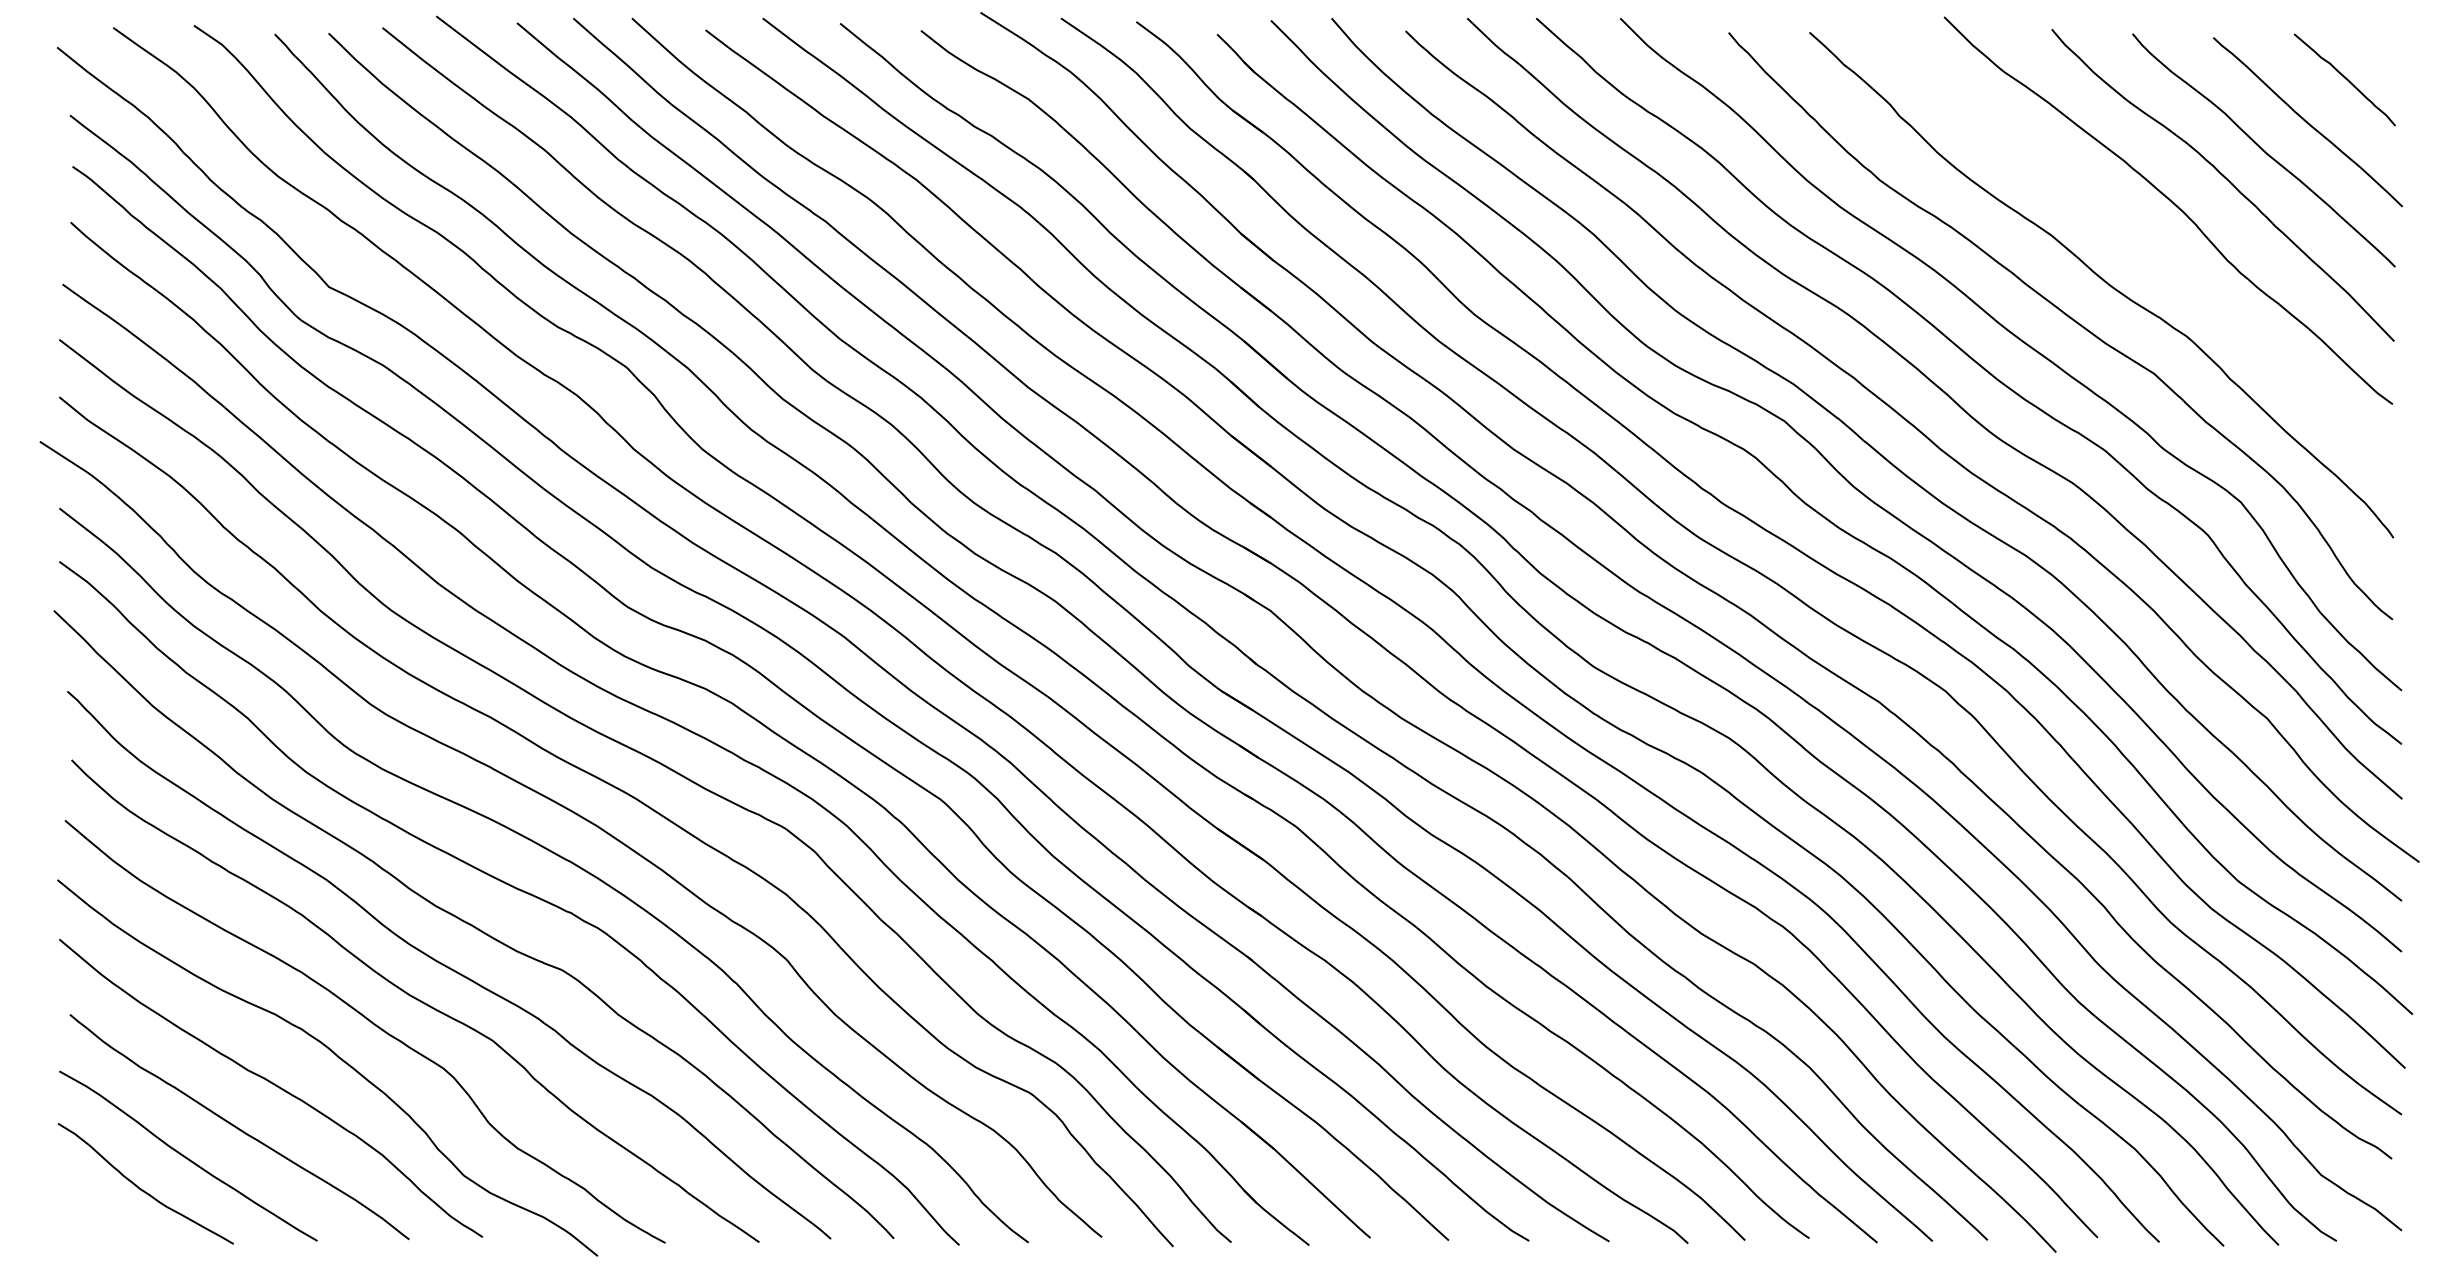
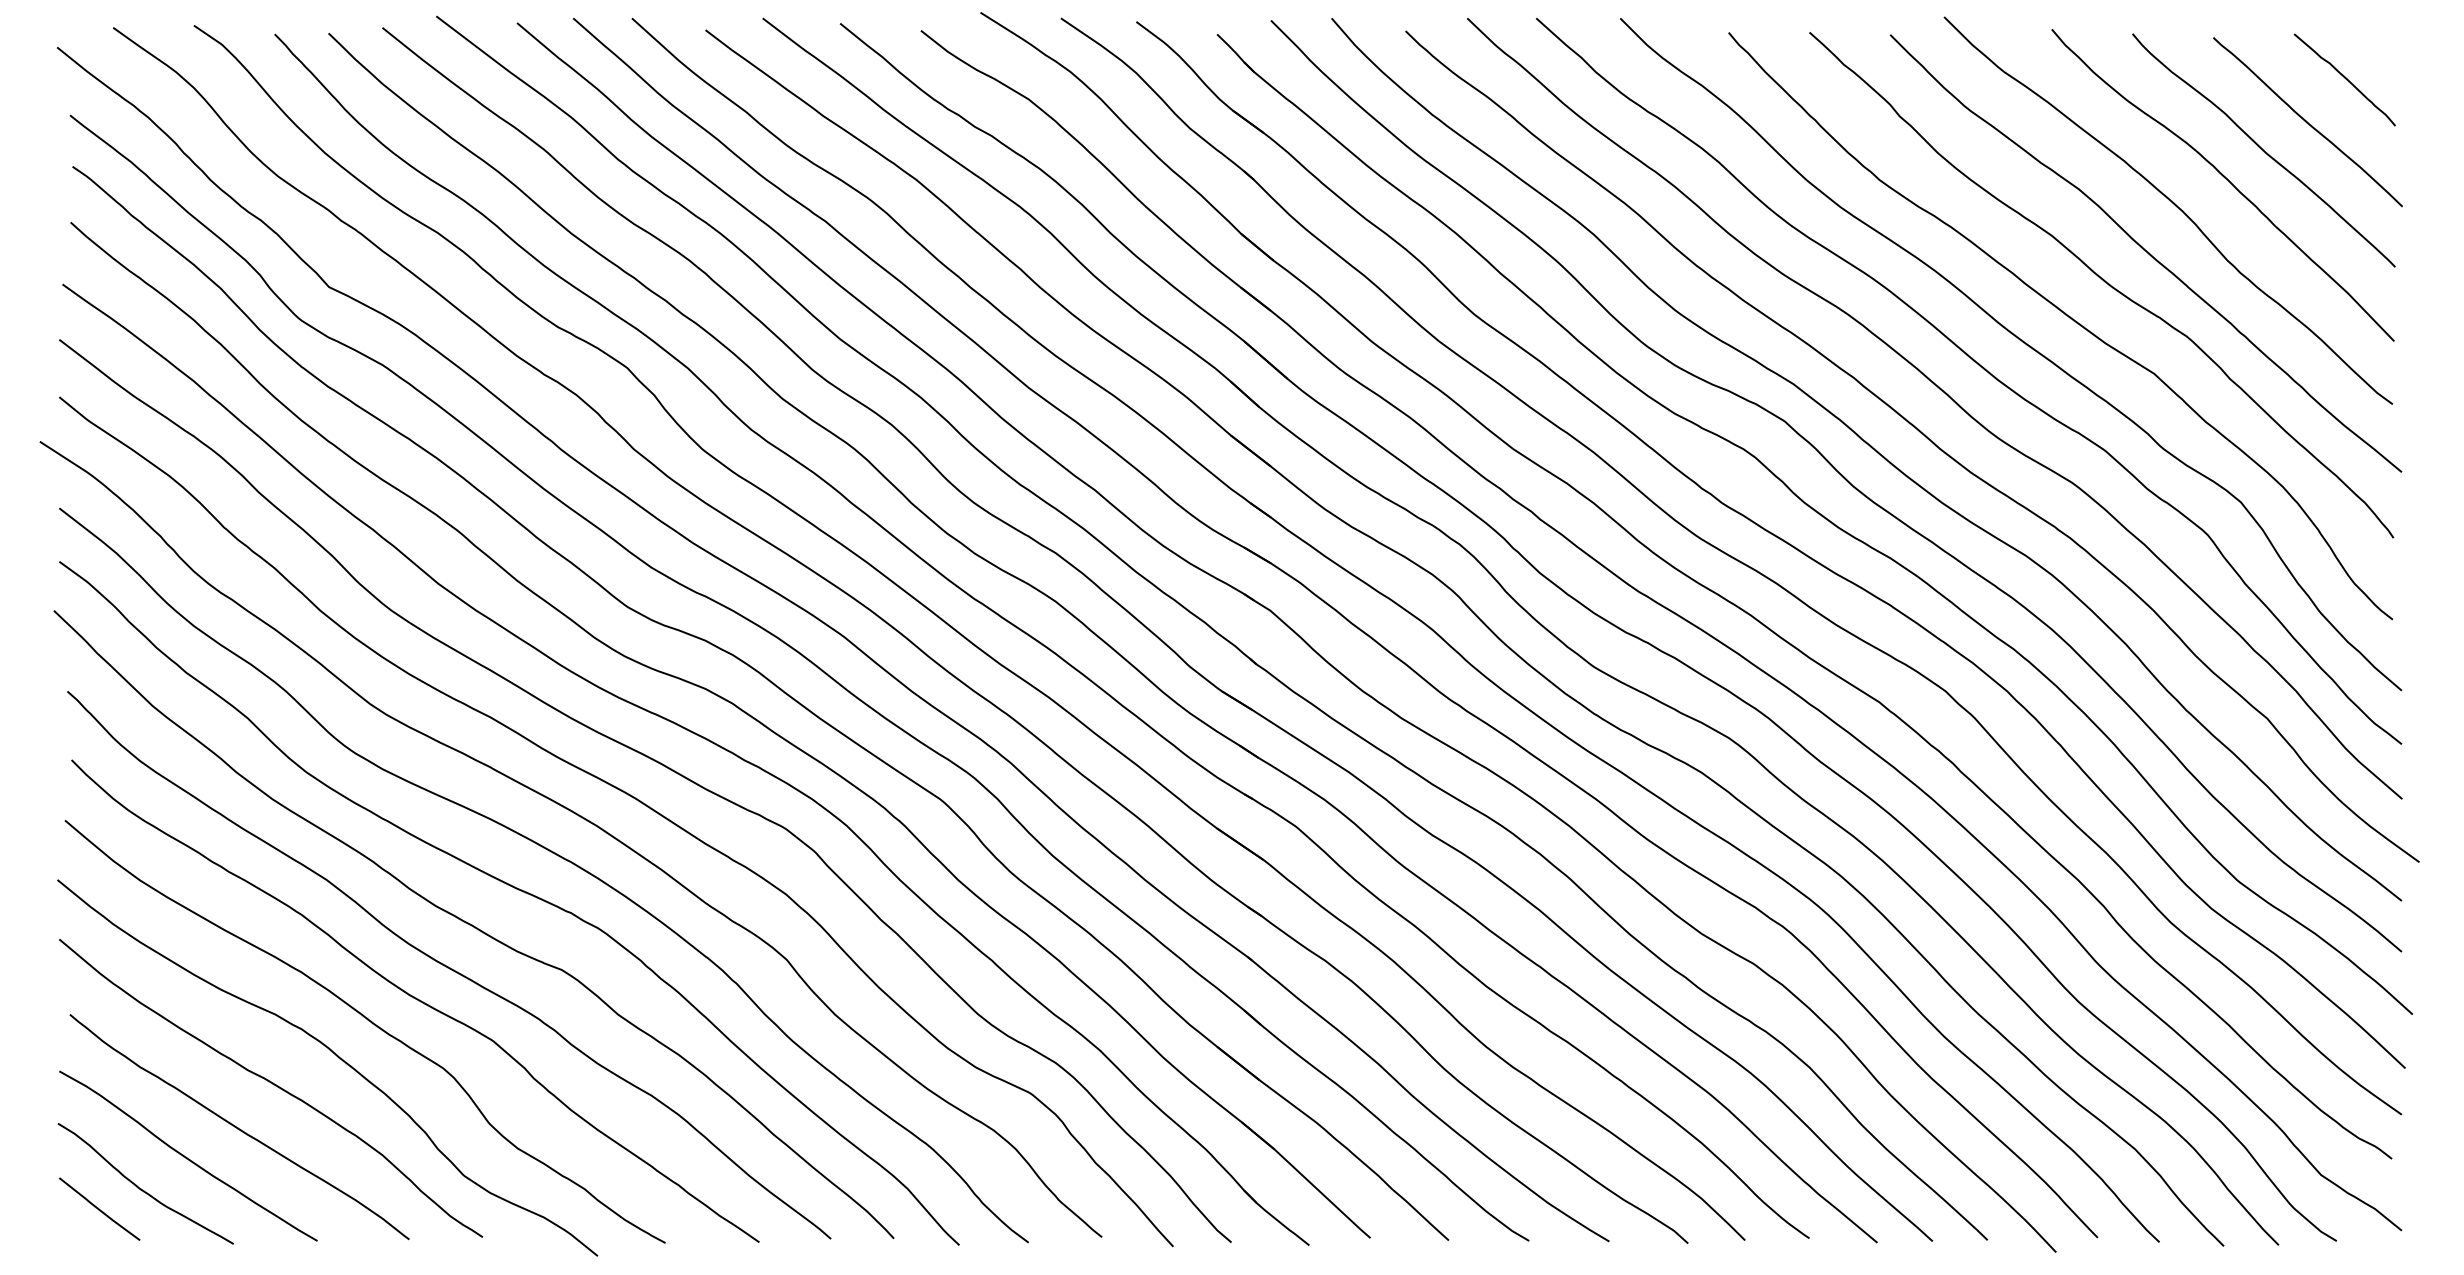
curve at (2146, 252): none -> present
line at (99, 1208): none -> present
